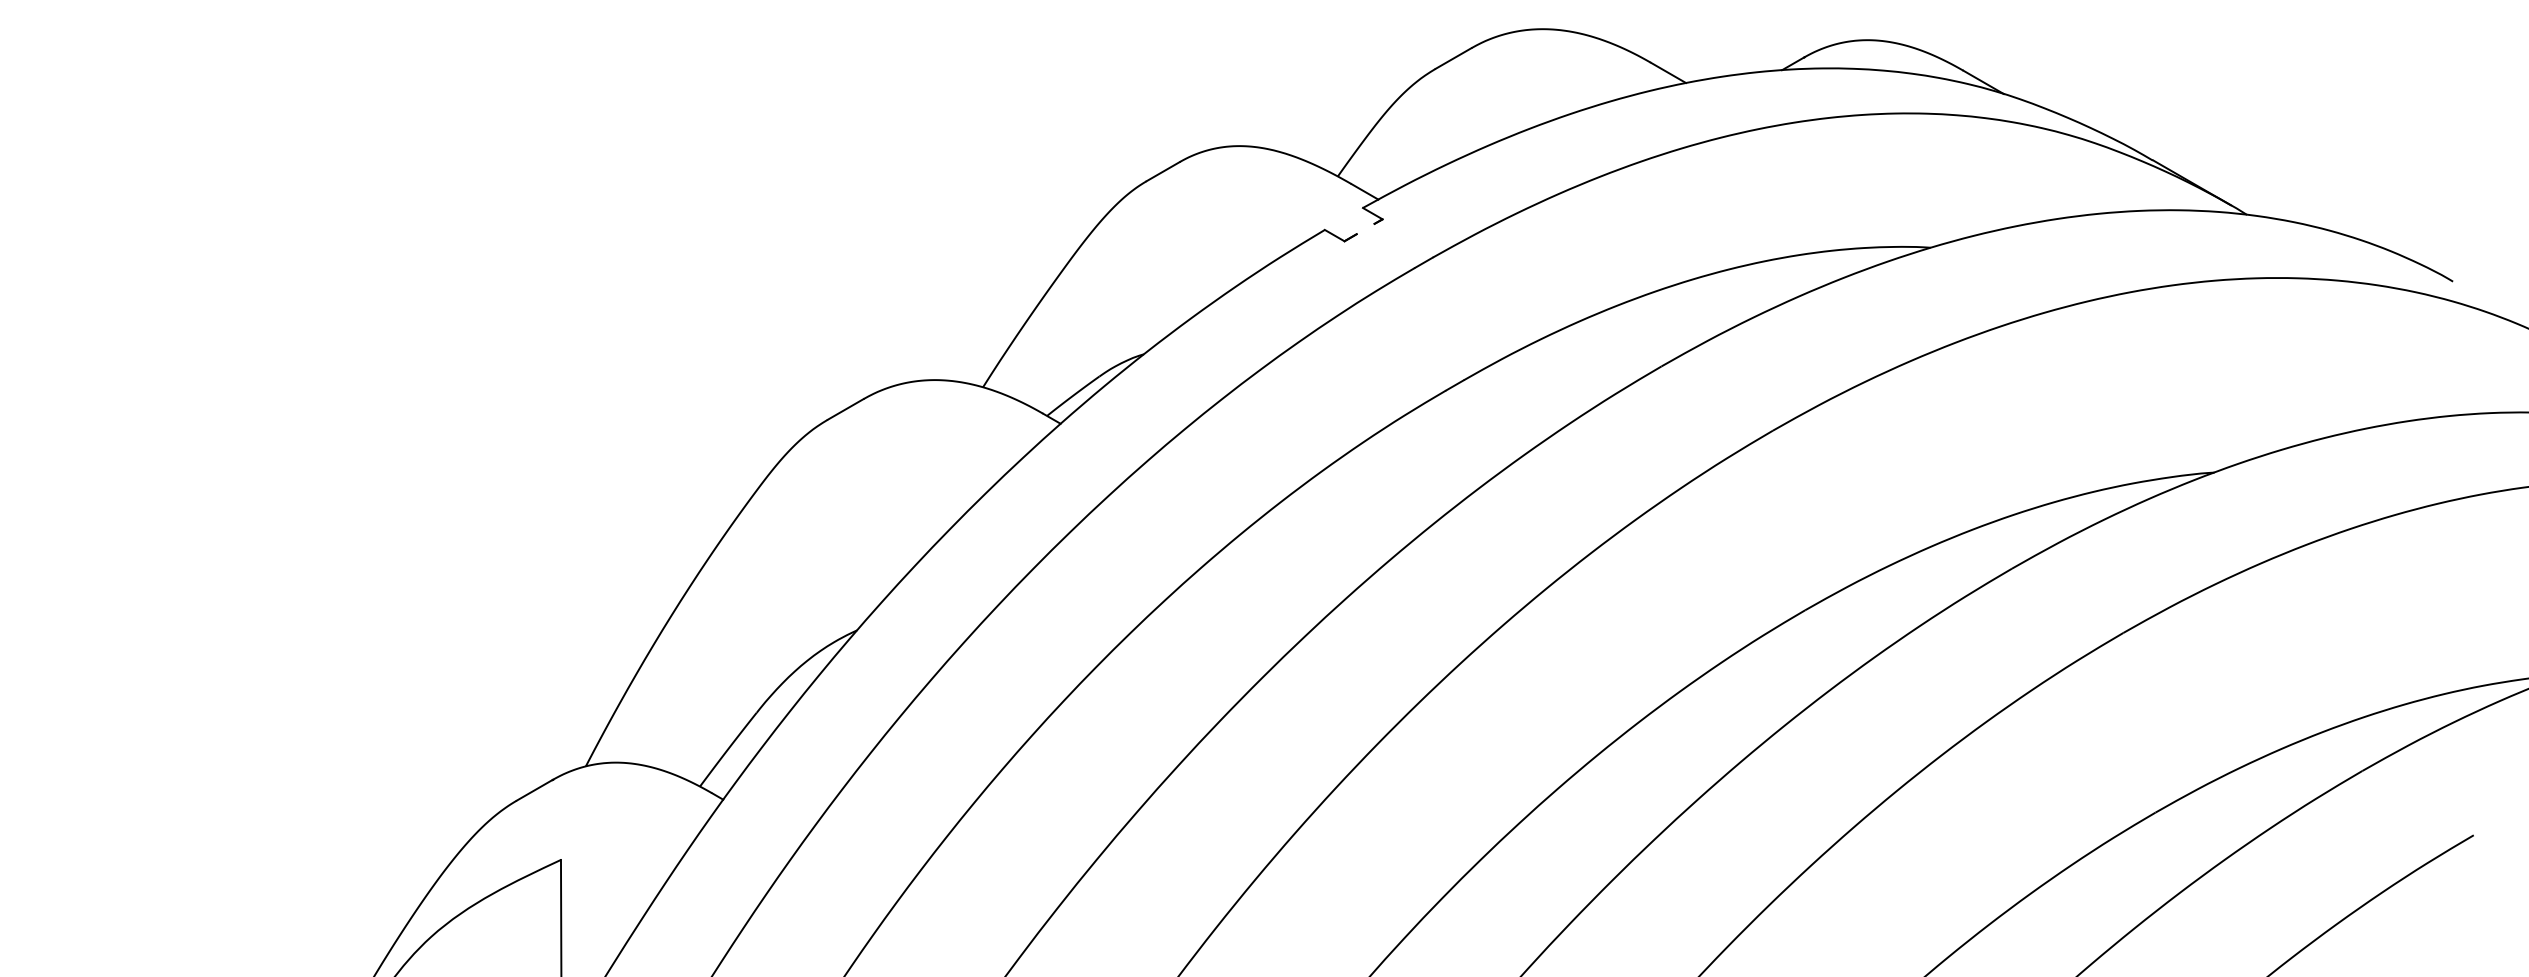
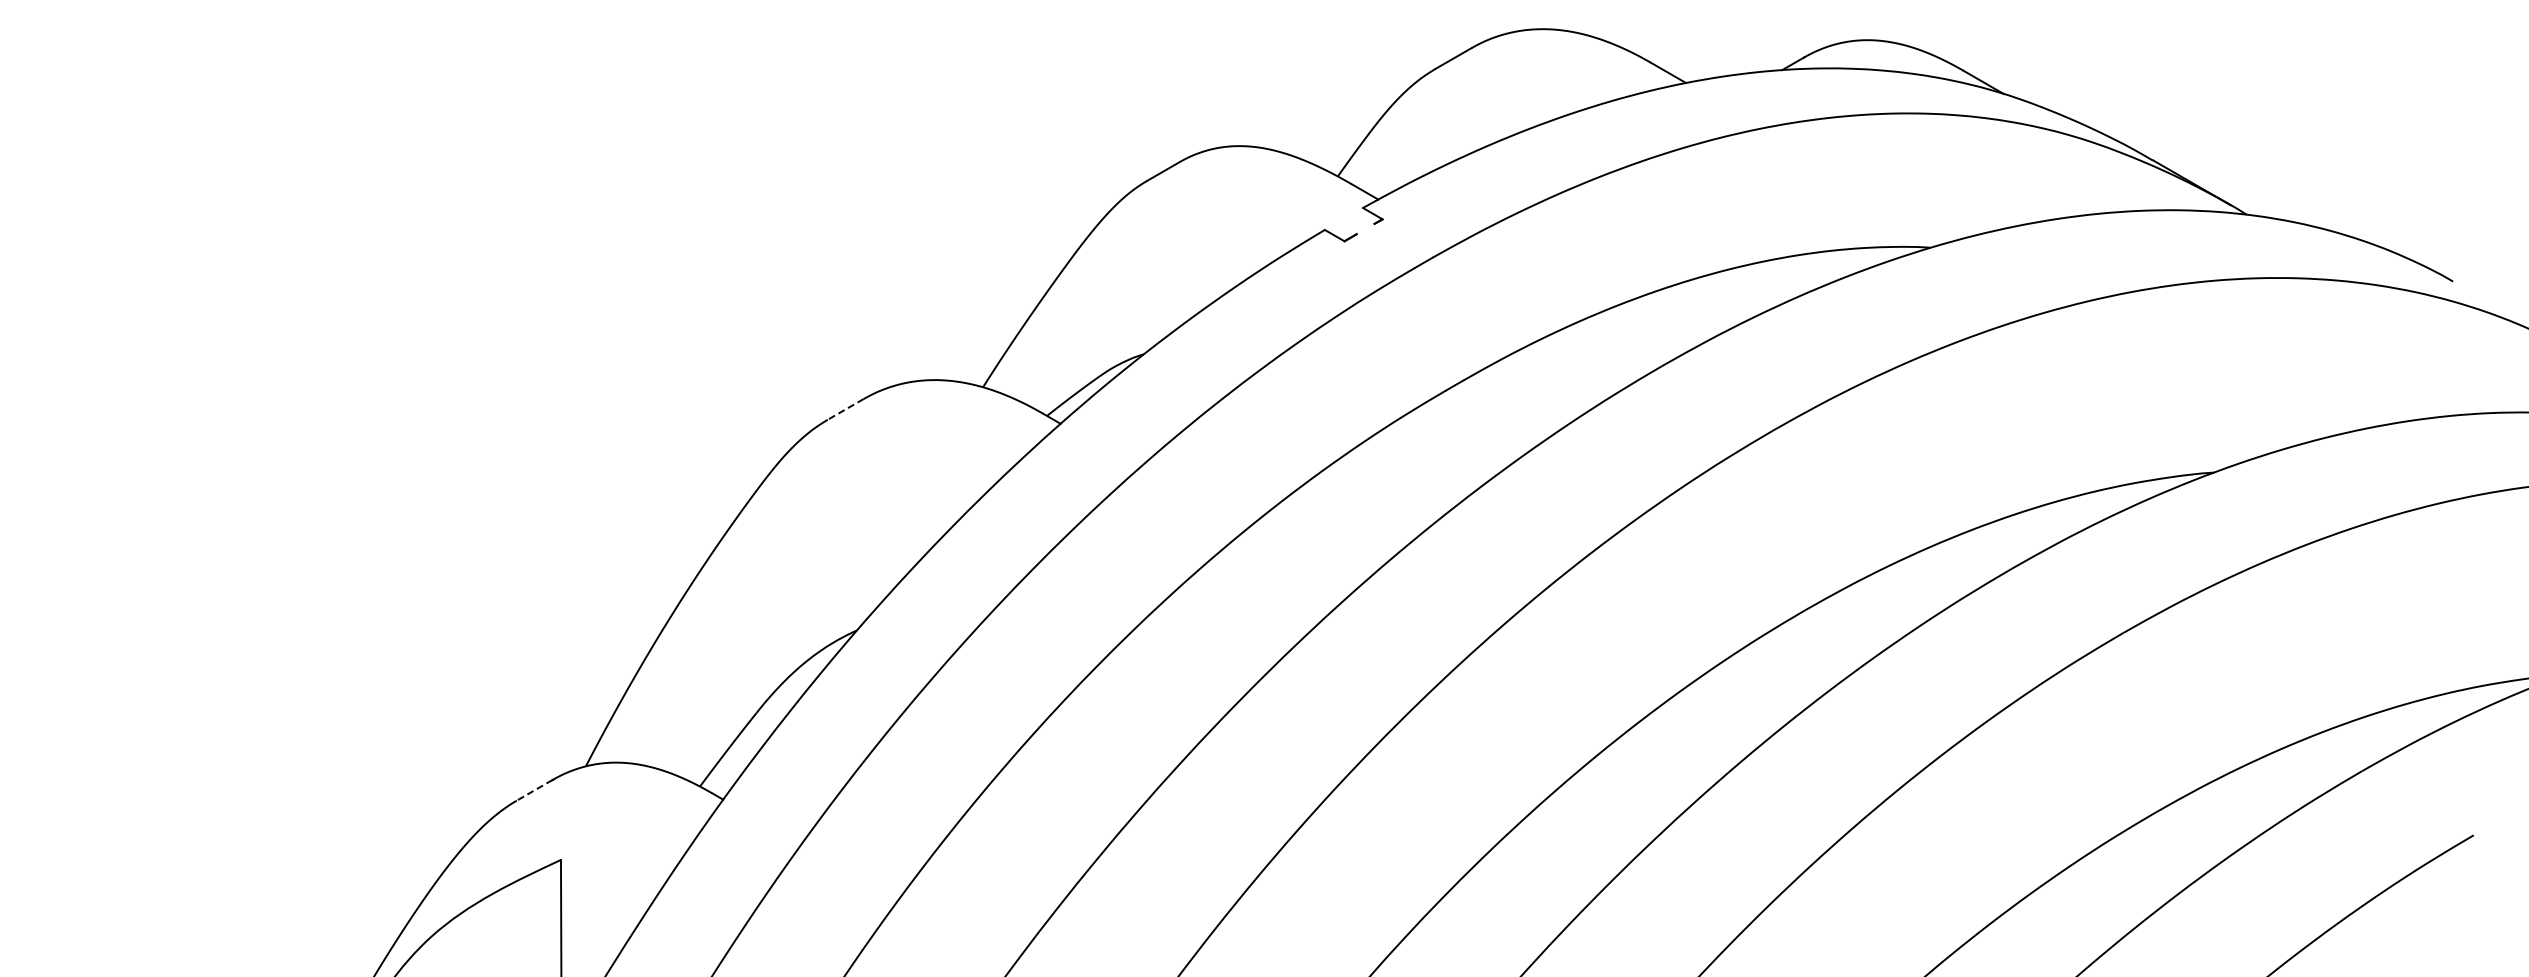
line at (845, 409): solid -> dashed
line at (534, 790): solid -> dashed
